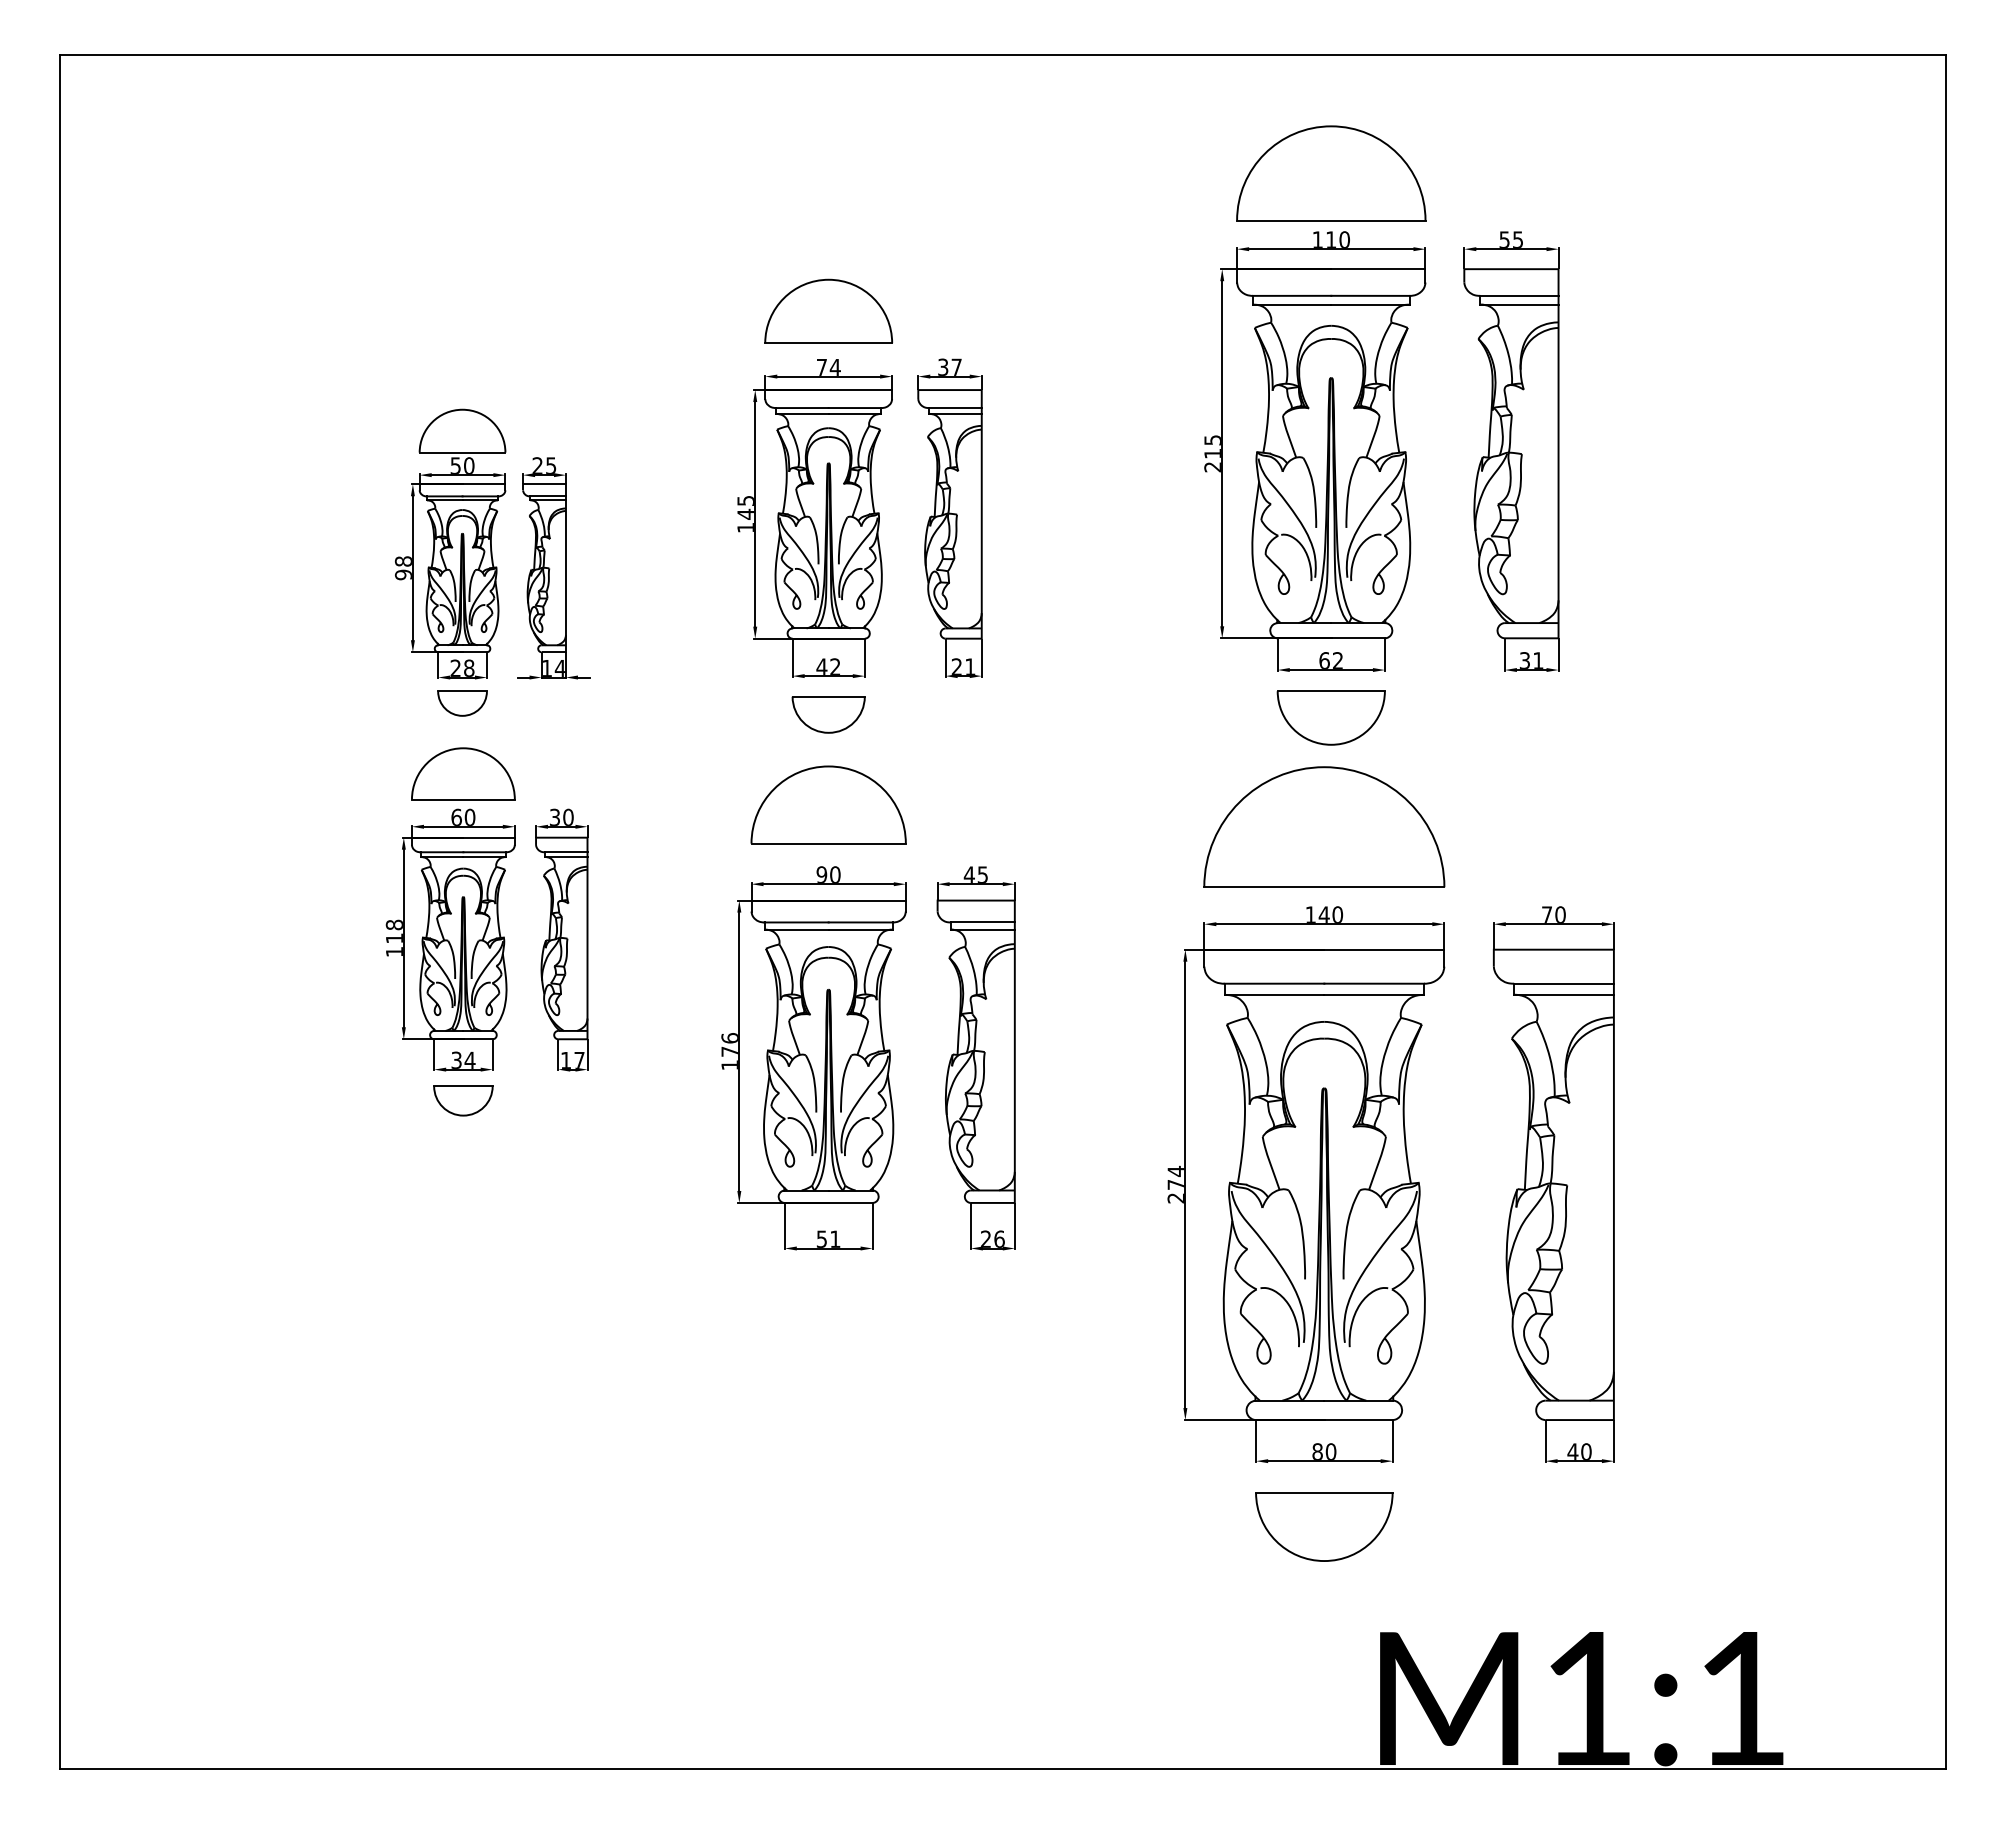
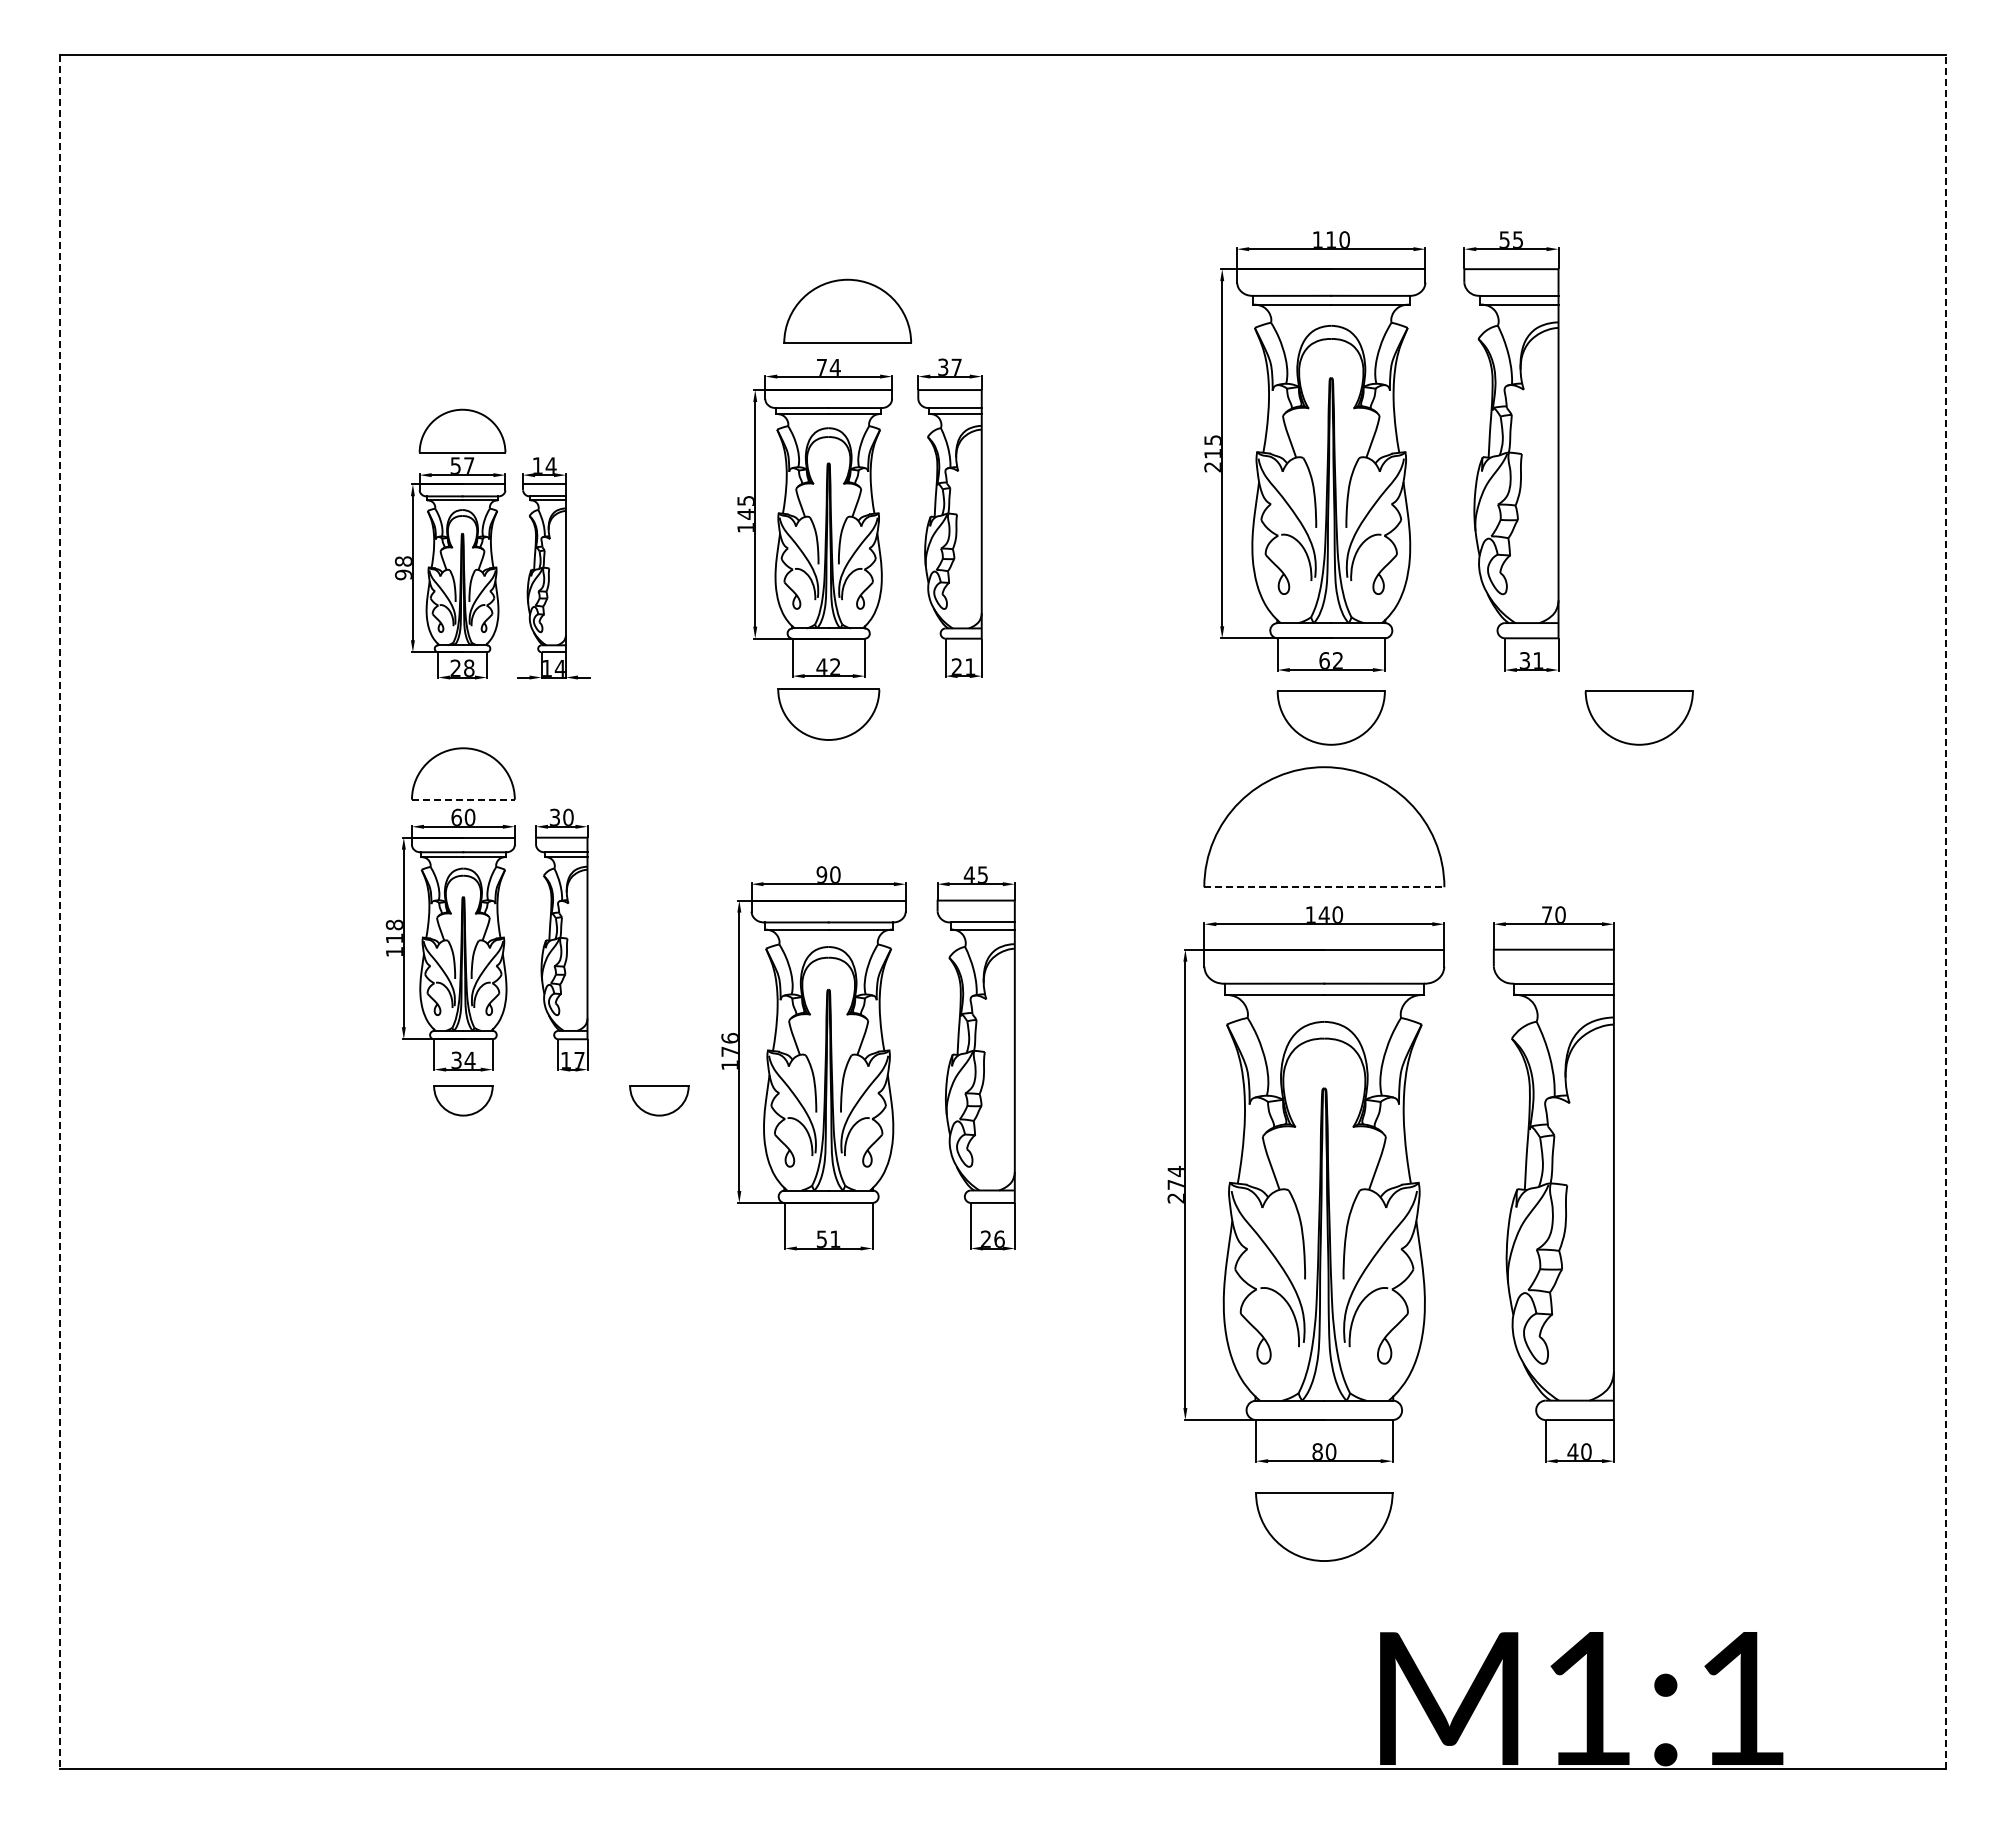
part at (1331, 173): present -> none
part at (828, 310) position: (828, 310) -> (847, 310)
text at (469, 465): 50 -> 57
text at (544, 465): 25 -> 14
part at (462, 703): present -> none
part at (828, 714) size: 75x38 px -> 104x53 px
part at (1638, 717): none -> present
line at (463, 799): solid -> dashed
part at (828, 804): present -> none
line at (1324, 887): solid -> dashed
line at (1945, 911): solid -> dashed
line at (60, 912): solid -> dashed
part at (659, 1100): none -> present
